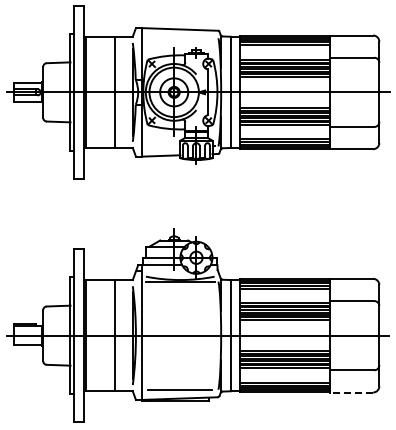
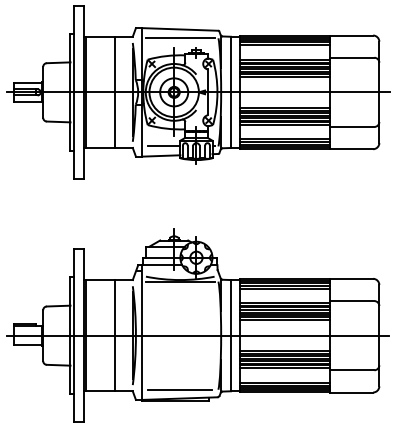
line at (180, 38): none -> present
line at (163, 146): none -> present
line at (351, 392): dashed -> solid
